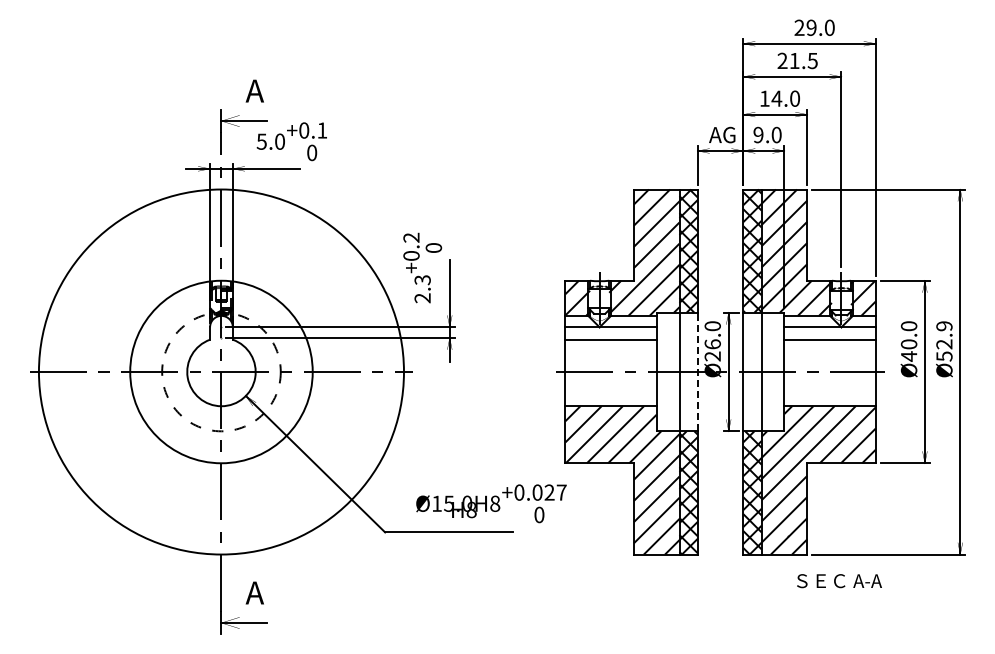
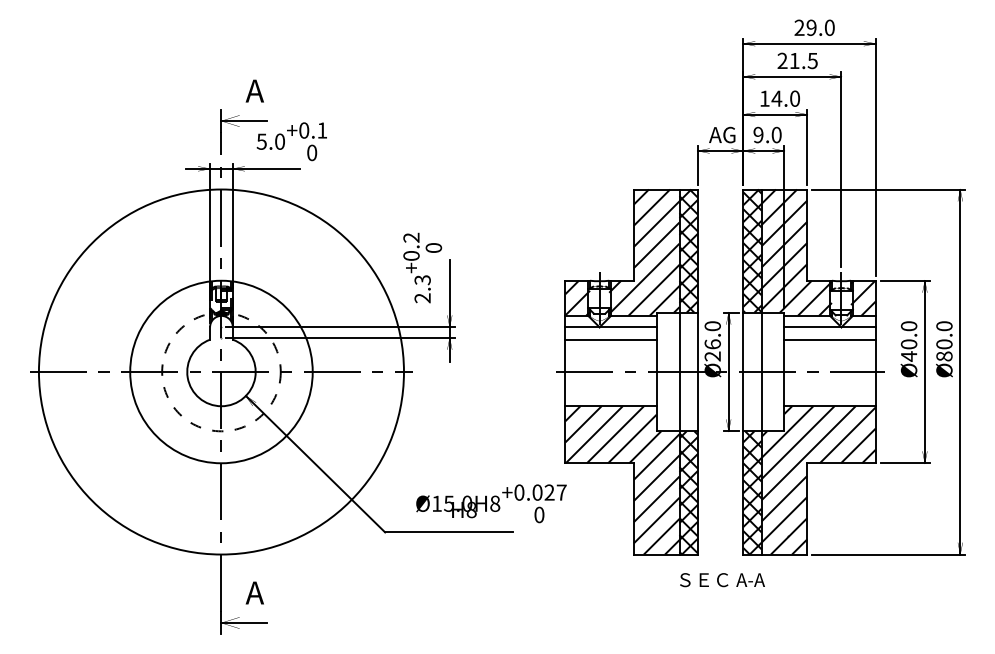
text at (944, 341): Ø52.9 -> Ø80.0
line at (697, 371): dashed -> solid
text at (839, 581) position: (839, 581) -> (722, 580)
